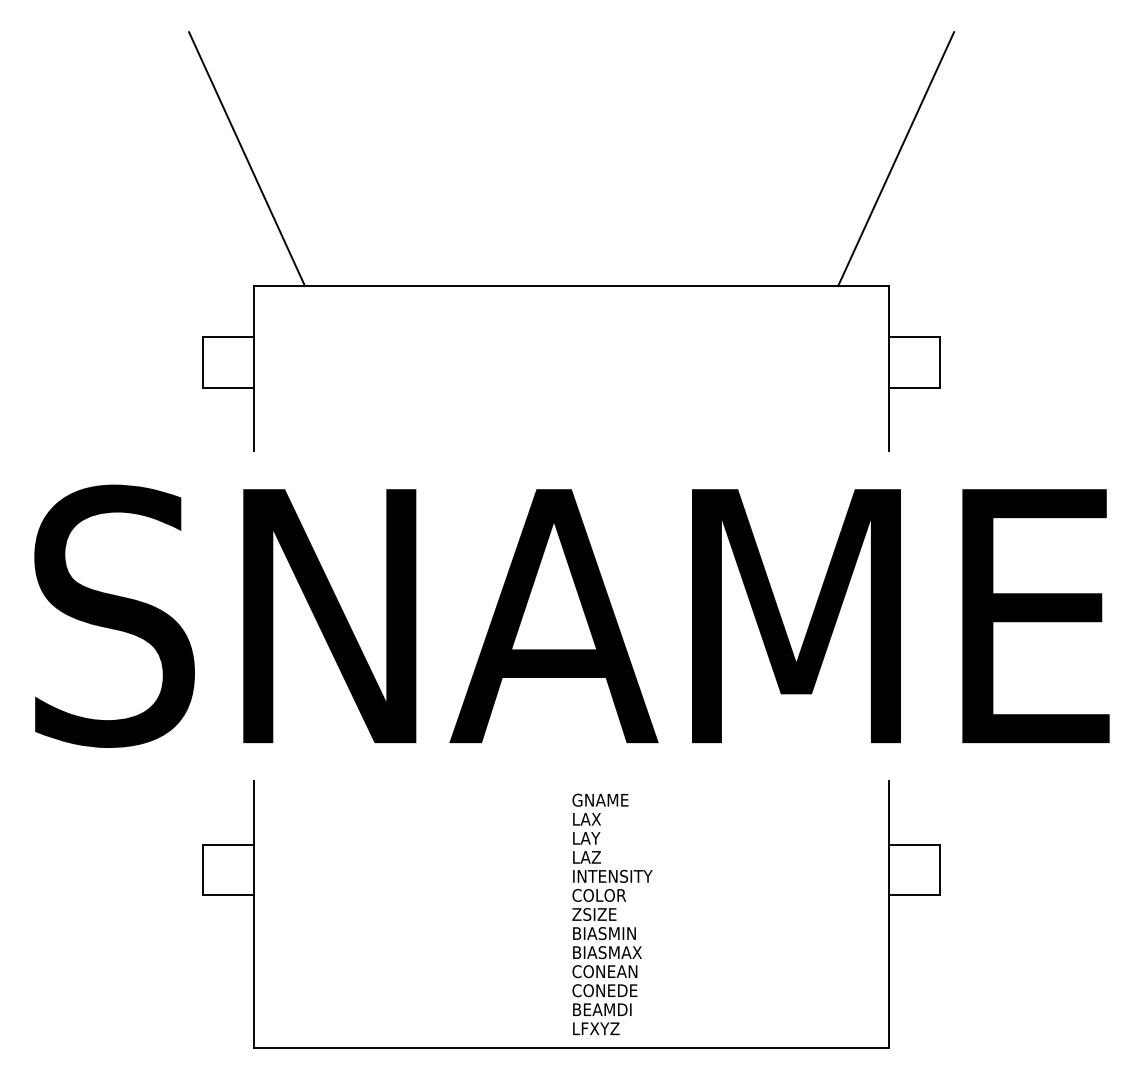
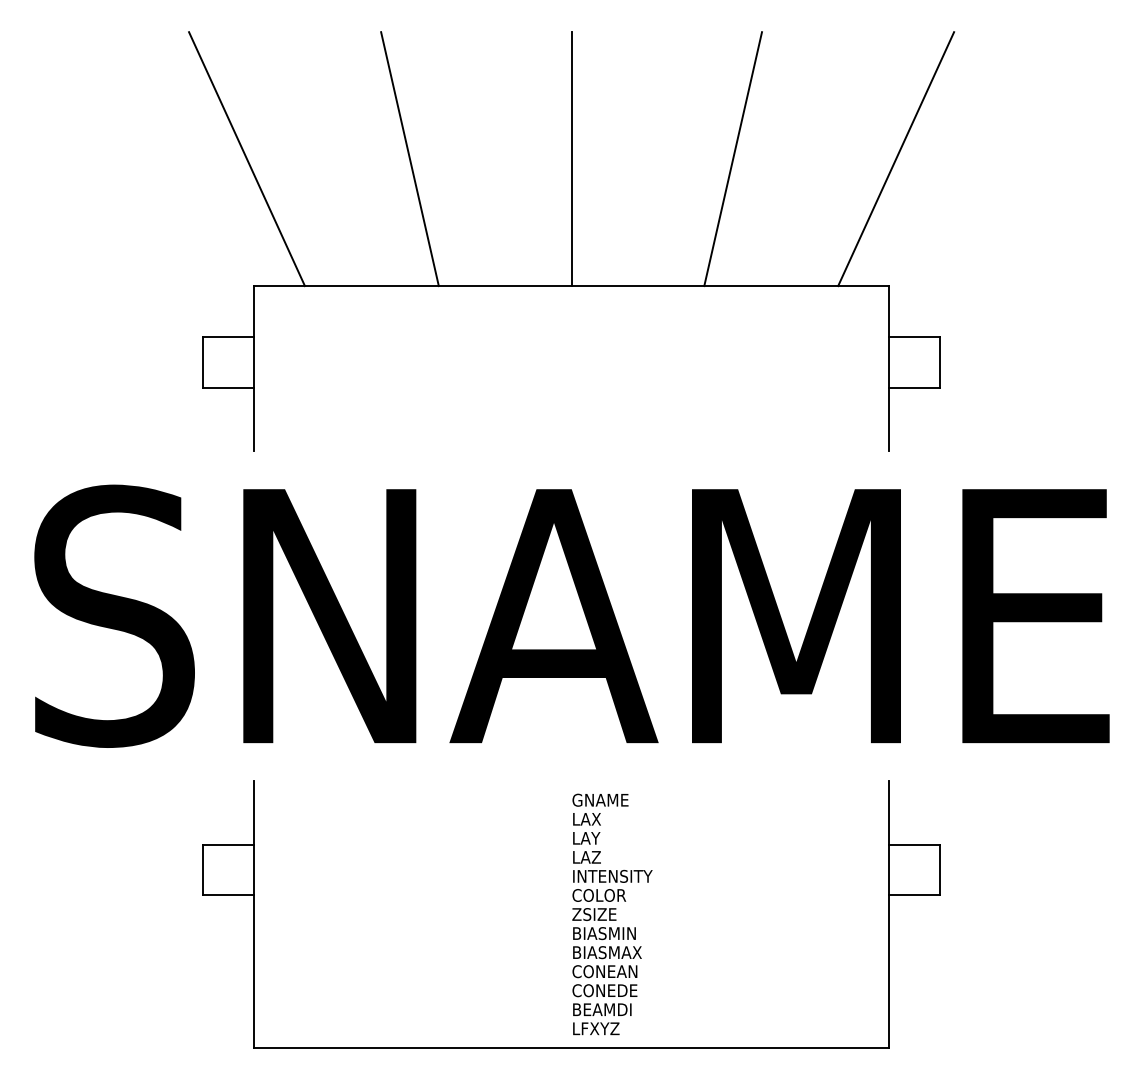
line at (409, 159): none -> present
line at (571, 159): none -> present
line at (733, 159): none -> present
